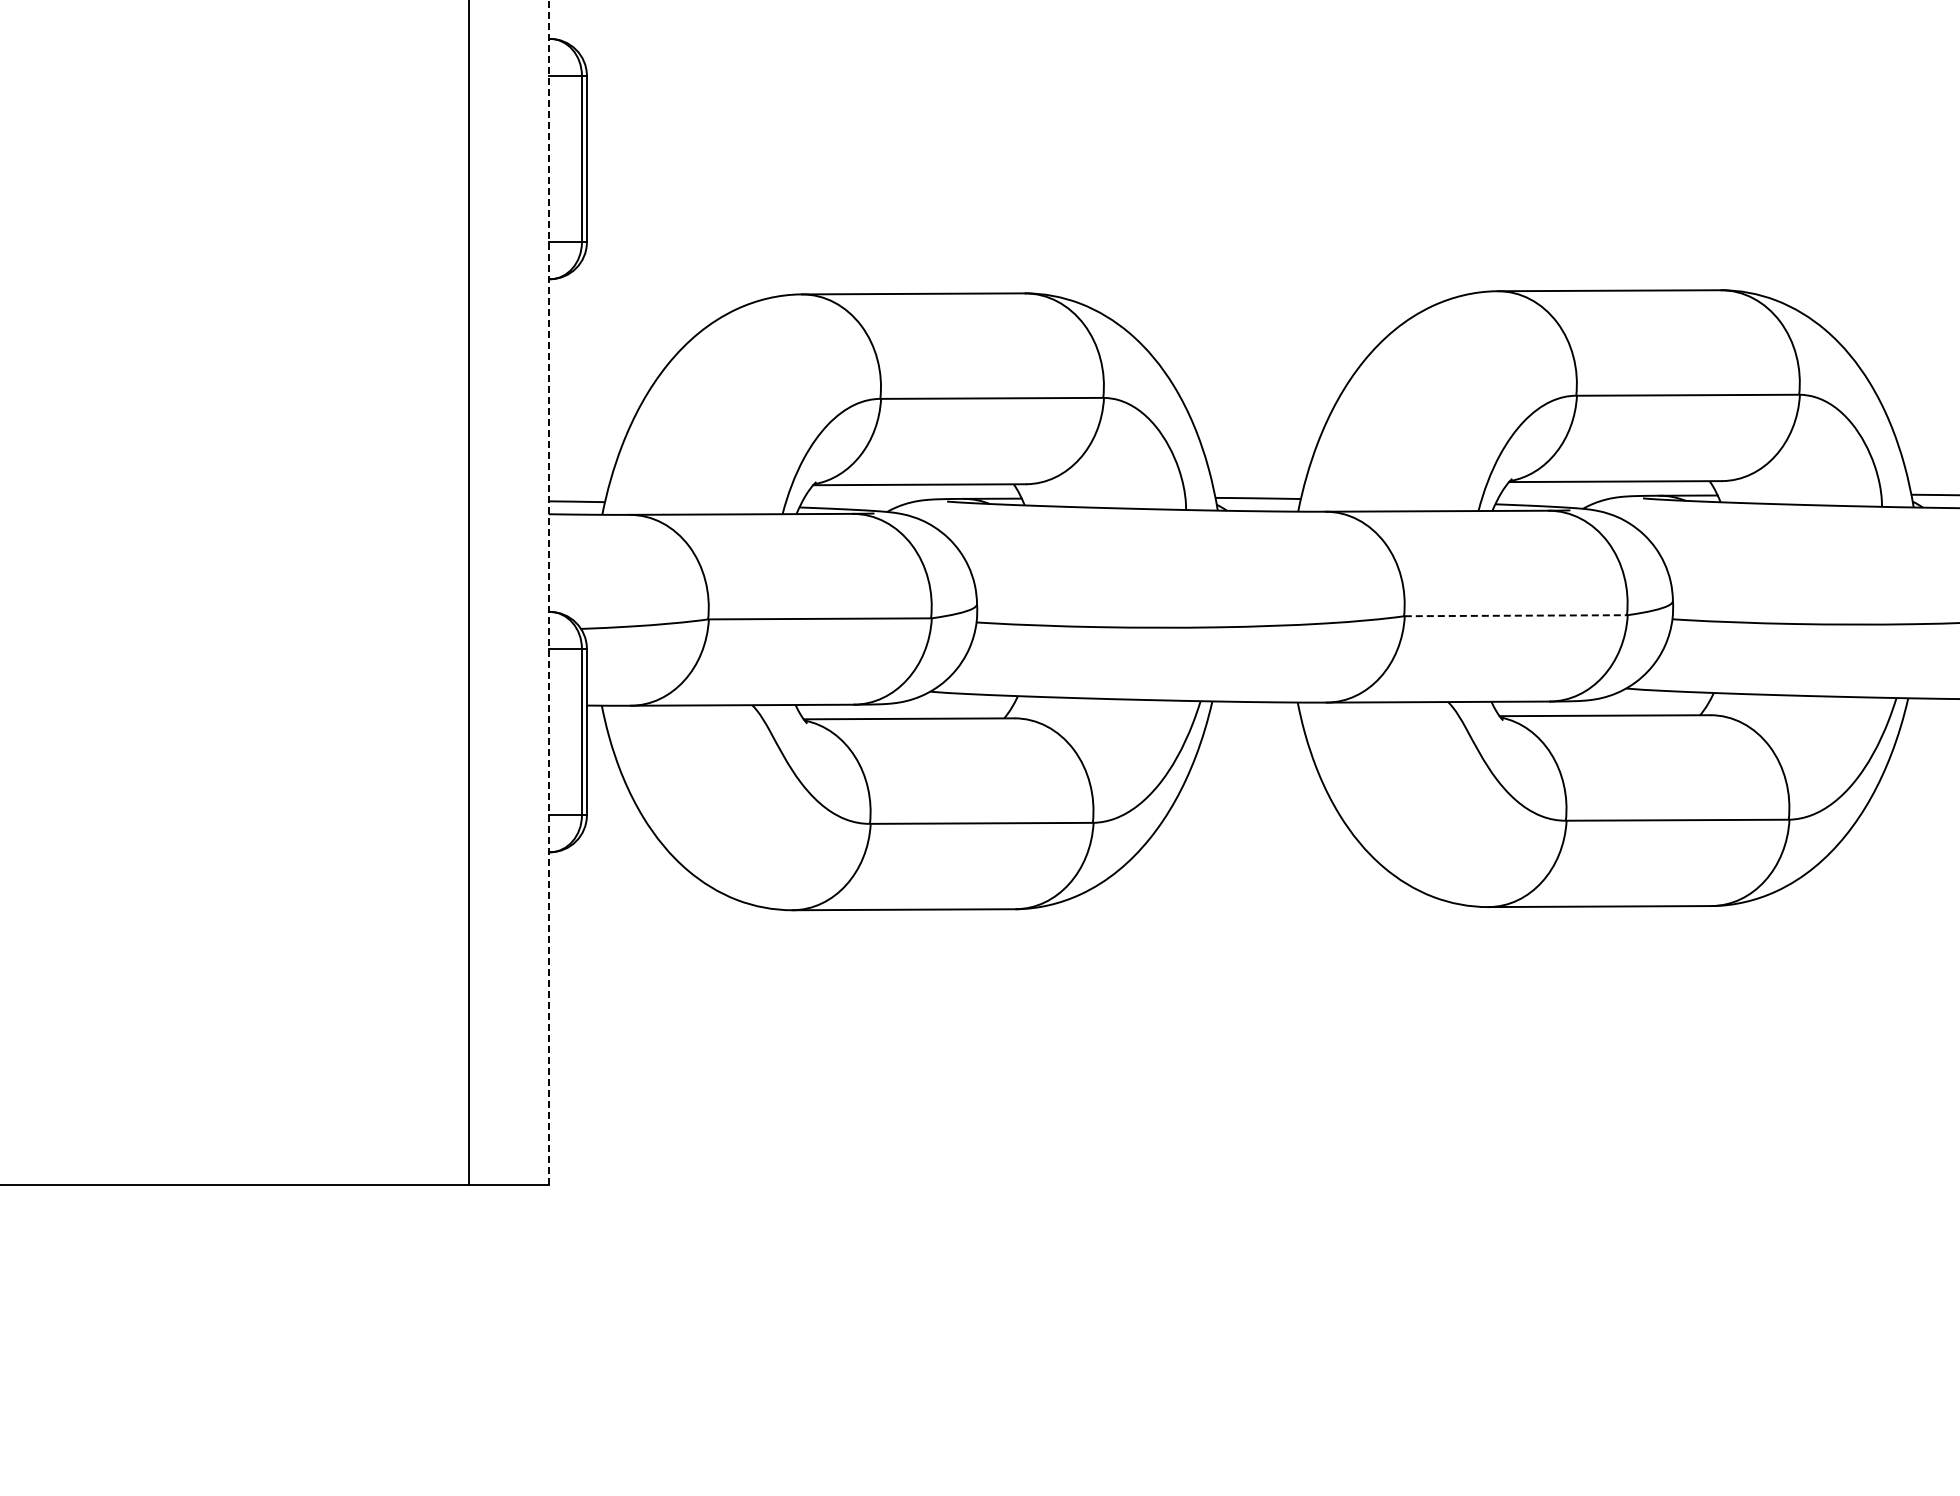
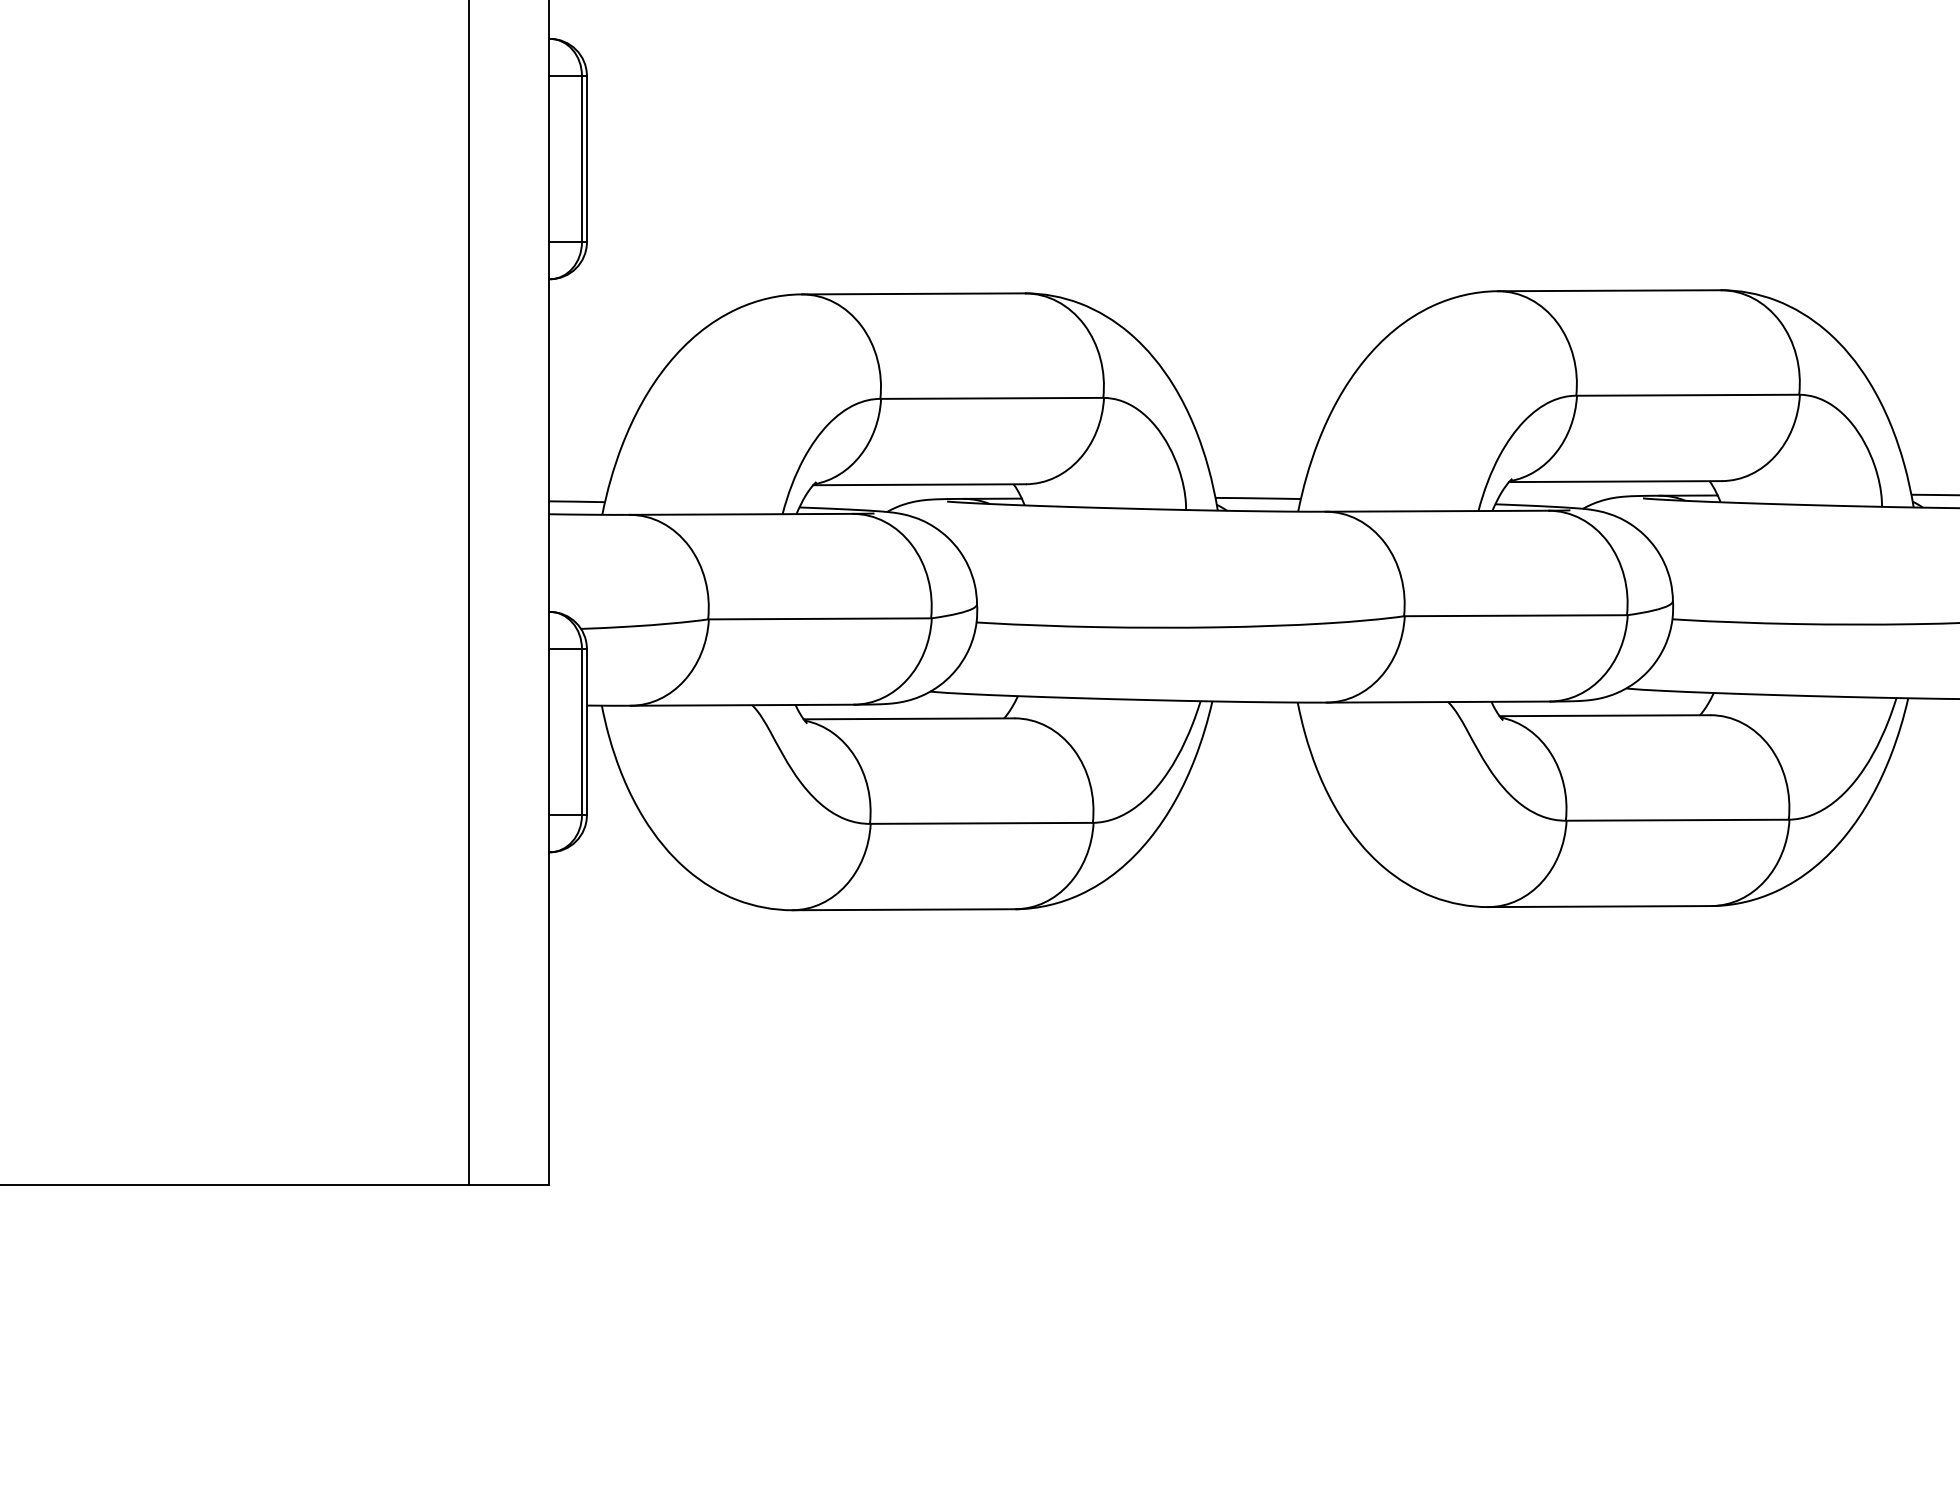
line at (548, 592): dashed -> solid
line at (1516, 615): dashed -> solid
